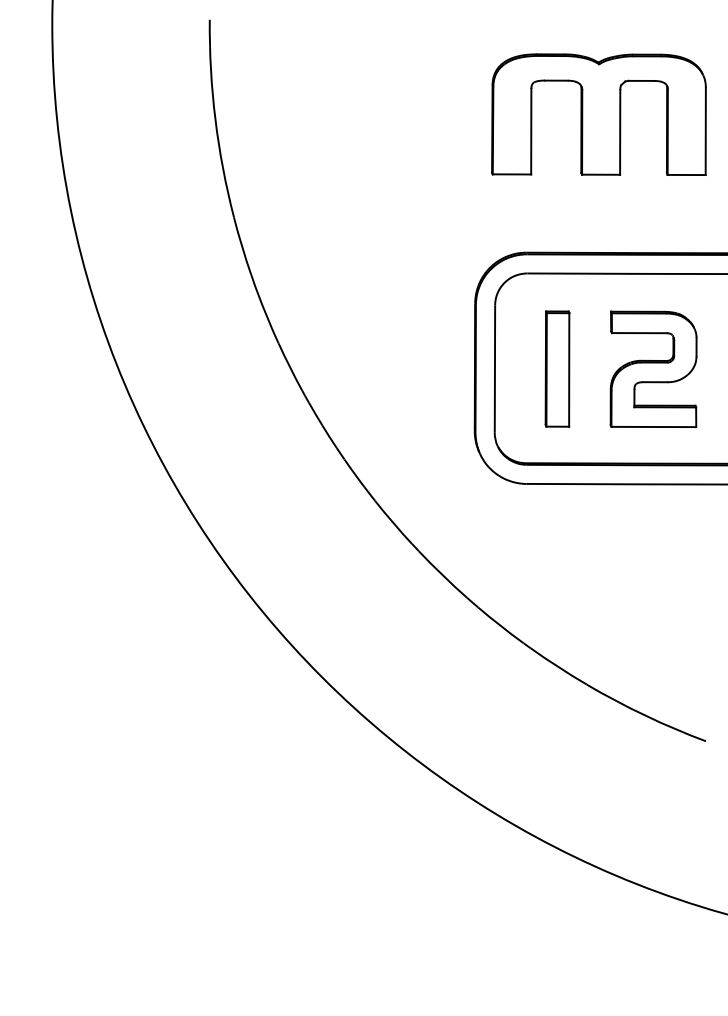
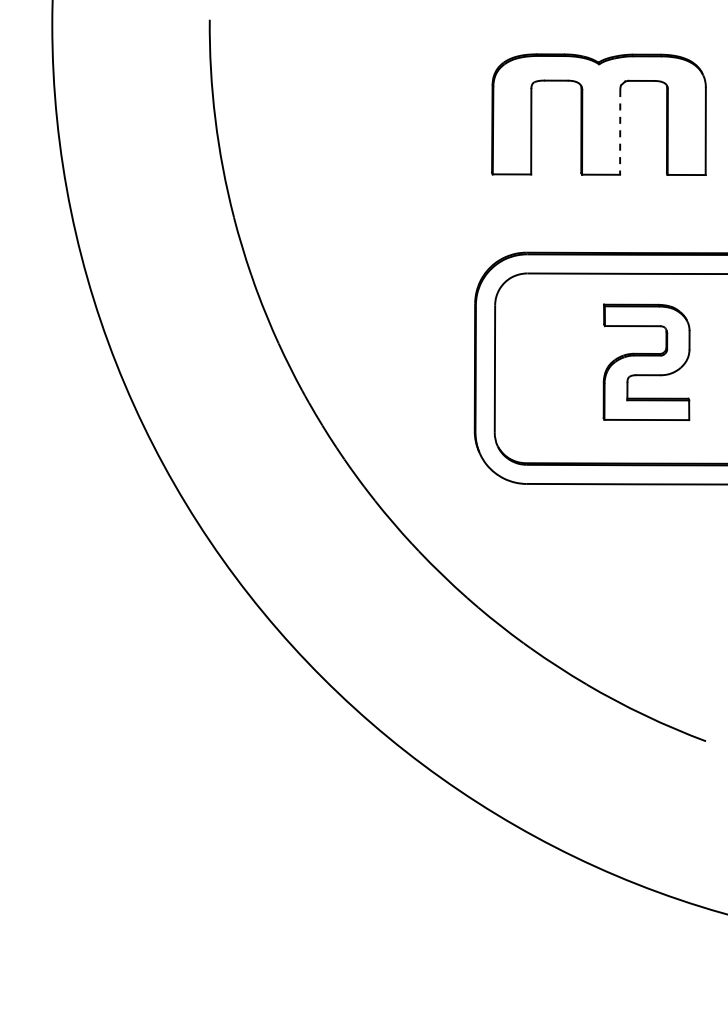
line at (620, 132): solid -> dashed
part at (557, 368): present -> none
part at (653, 369) position: (653, 369) -> (646, 362)
